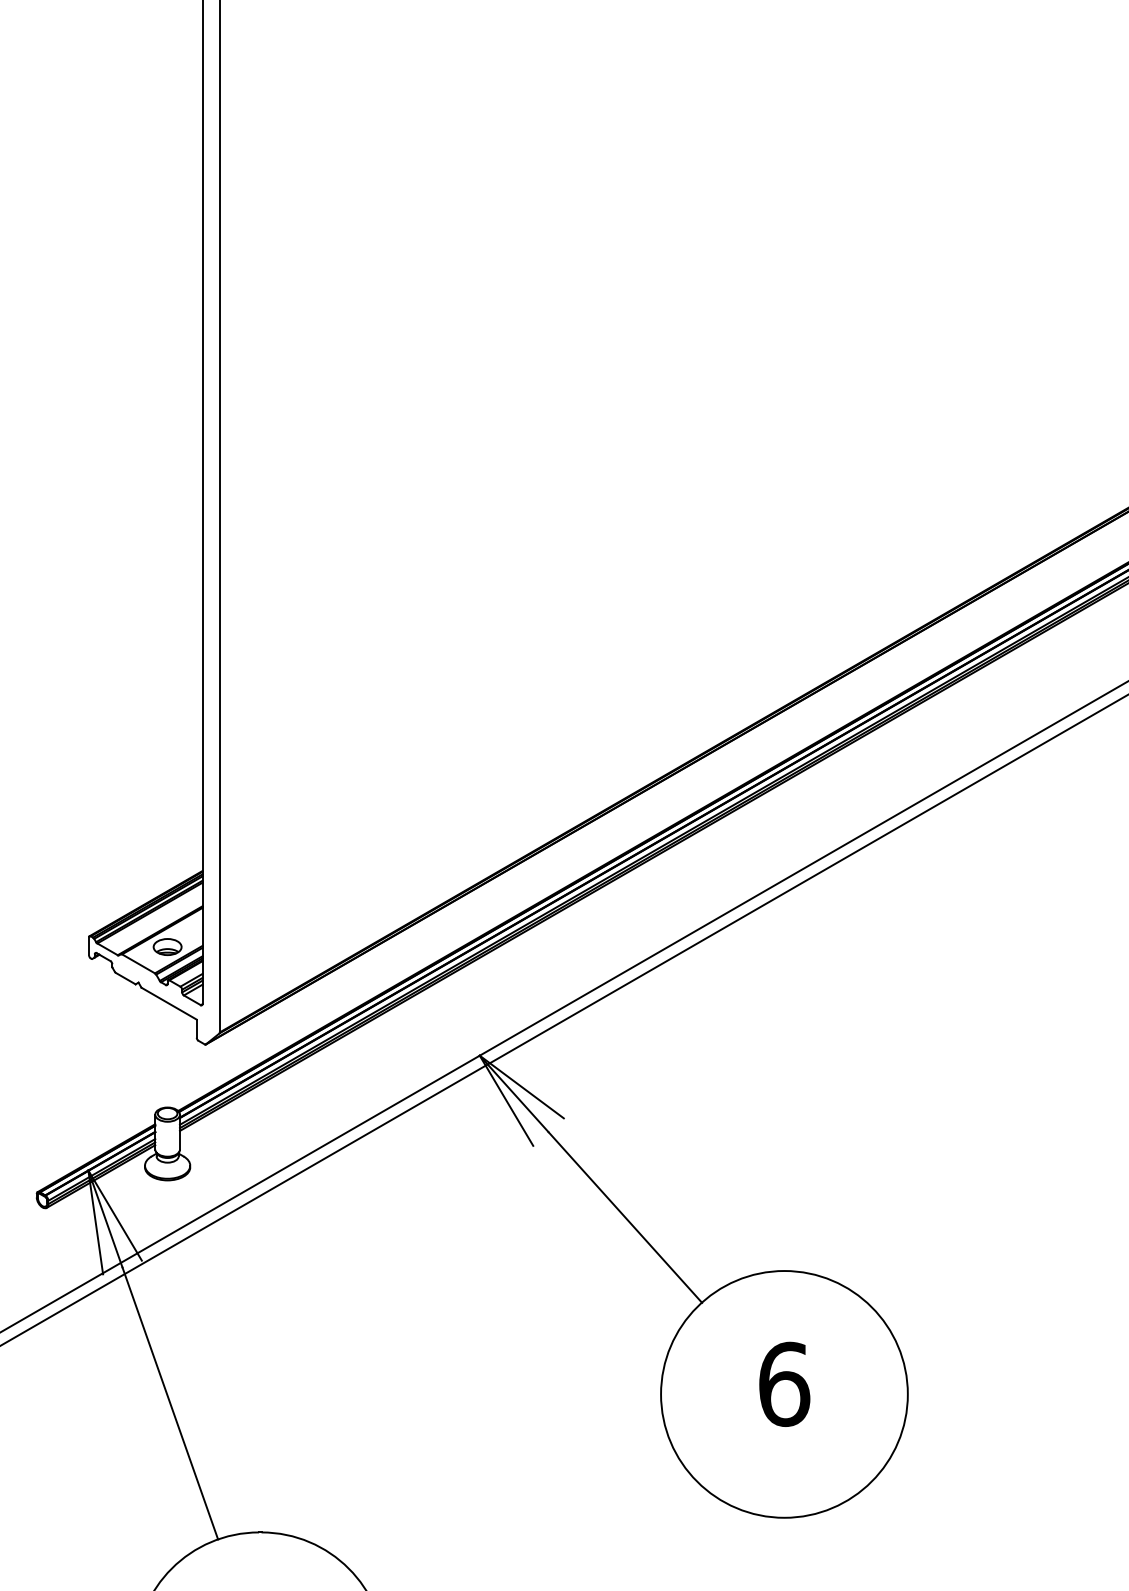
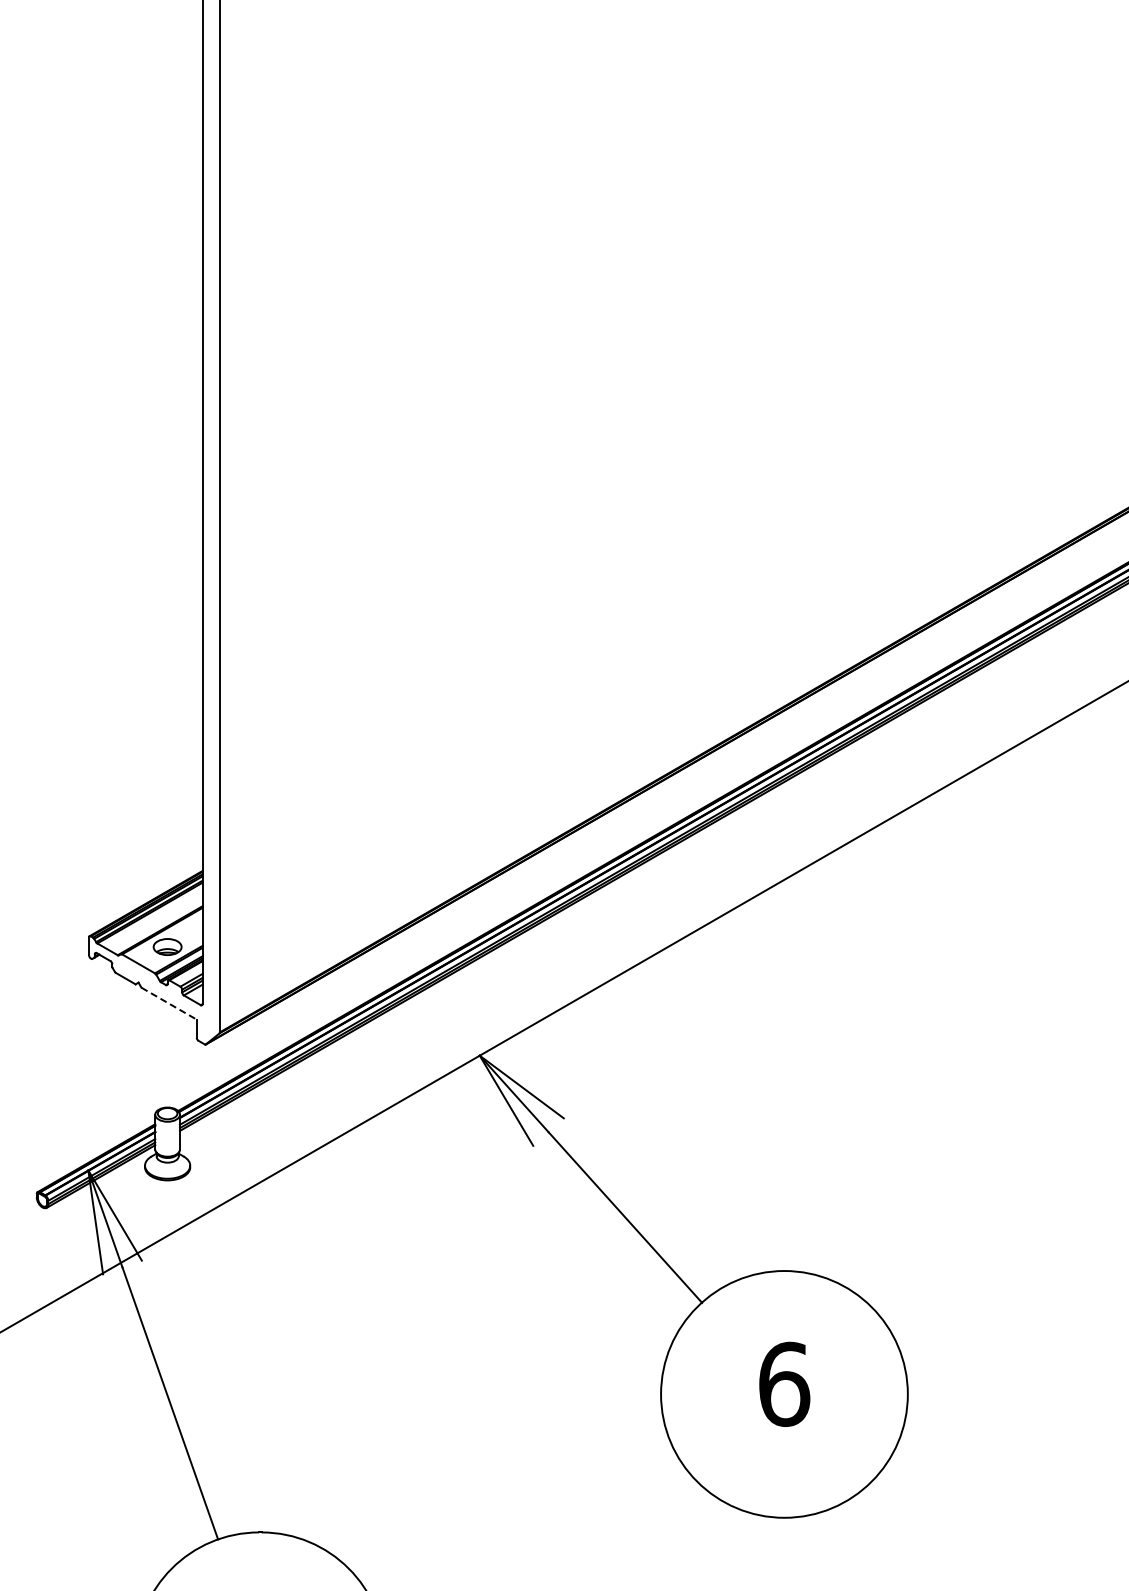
line at (169, 1003): solid -> dashed
line at (563, 1020): present -> none
